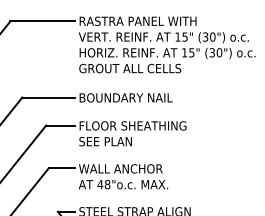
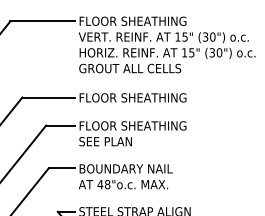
text at (138, 20): RASTRA PANEL WITH -> FLOOR SHEATHING
text at (133, 97): BOUNDARY NAIL -> FLOOR SHEATHING
text at (125, 168): WALL ANCHOR -> BOUNDARY NAIL
